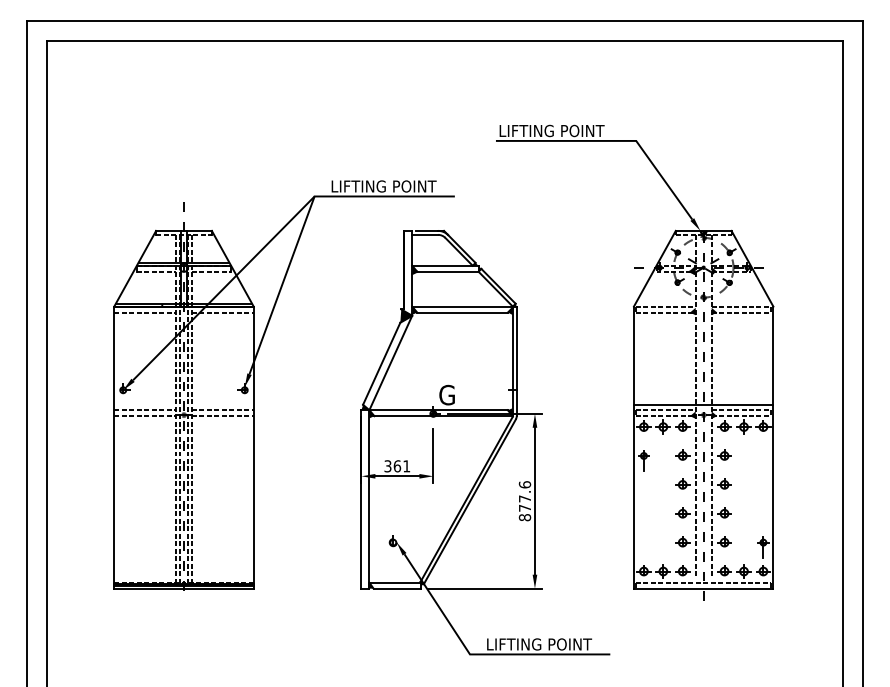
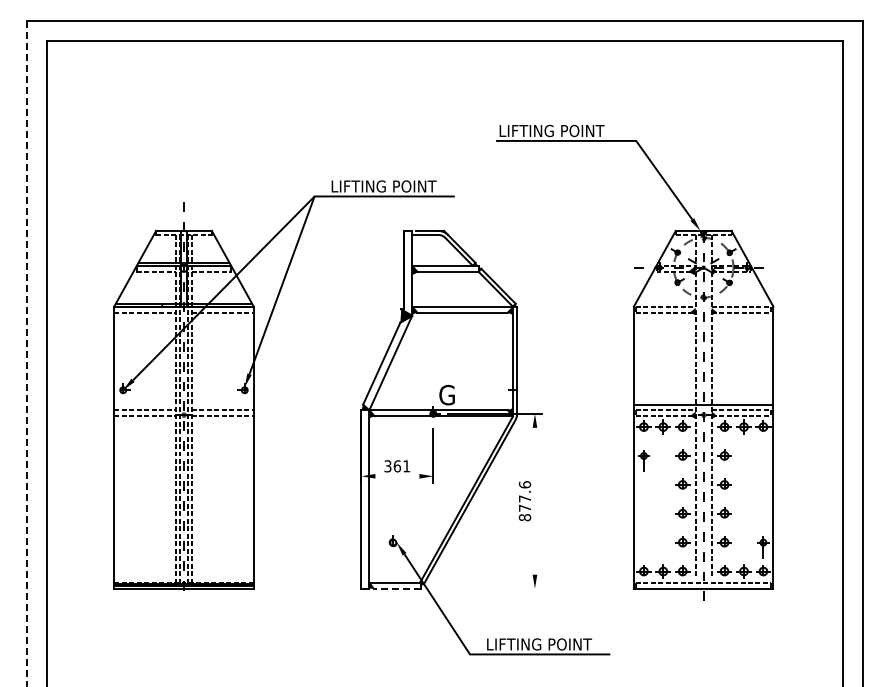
line at (26, 353): solid -> dashed
line at (397, 476): present -> none
line at (534, 500): present -> none
line at (397, 588): solid -> dashed
line at (485, 588): present -> none
